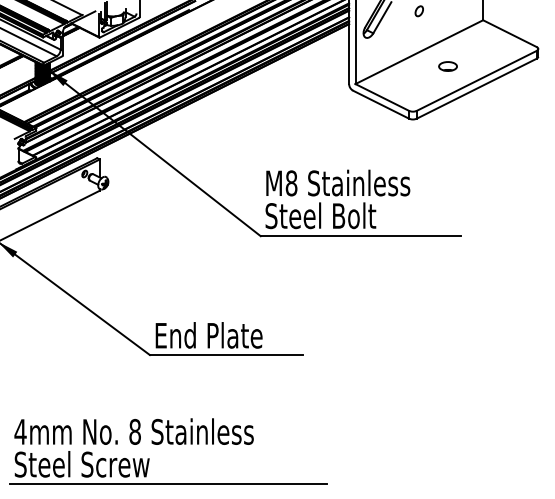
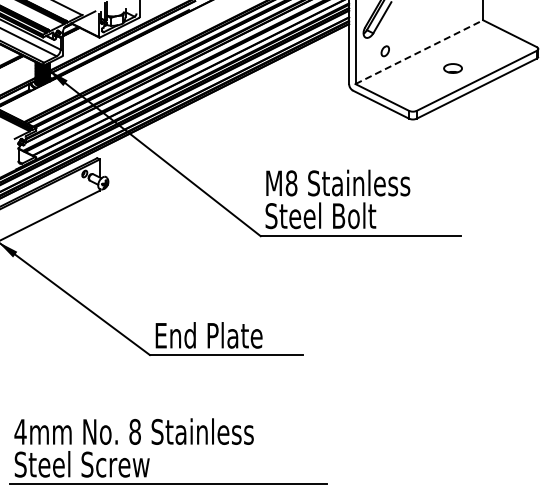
part at (418, 11) position: (418, 11) -> (384, 51)
line at (419, 51): solid -> dashed
part at (447, 66) position: (447, 66) -> (452, 68)
